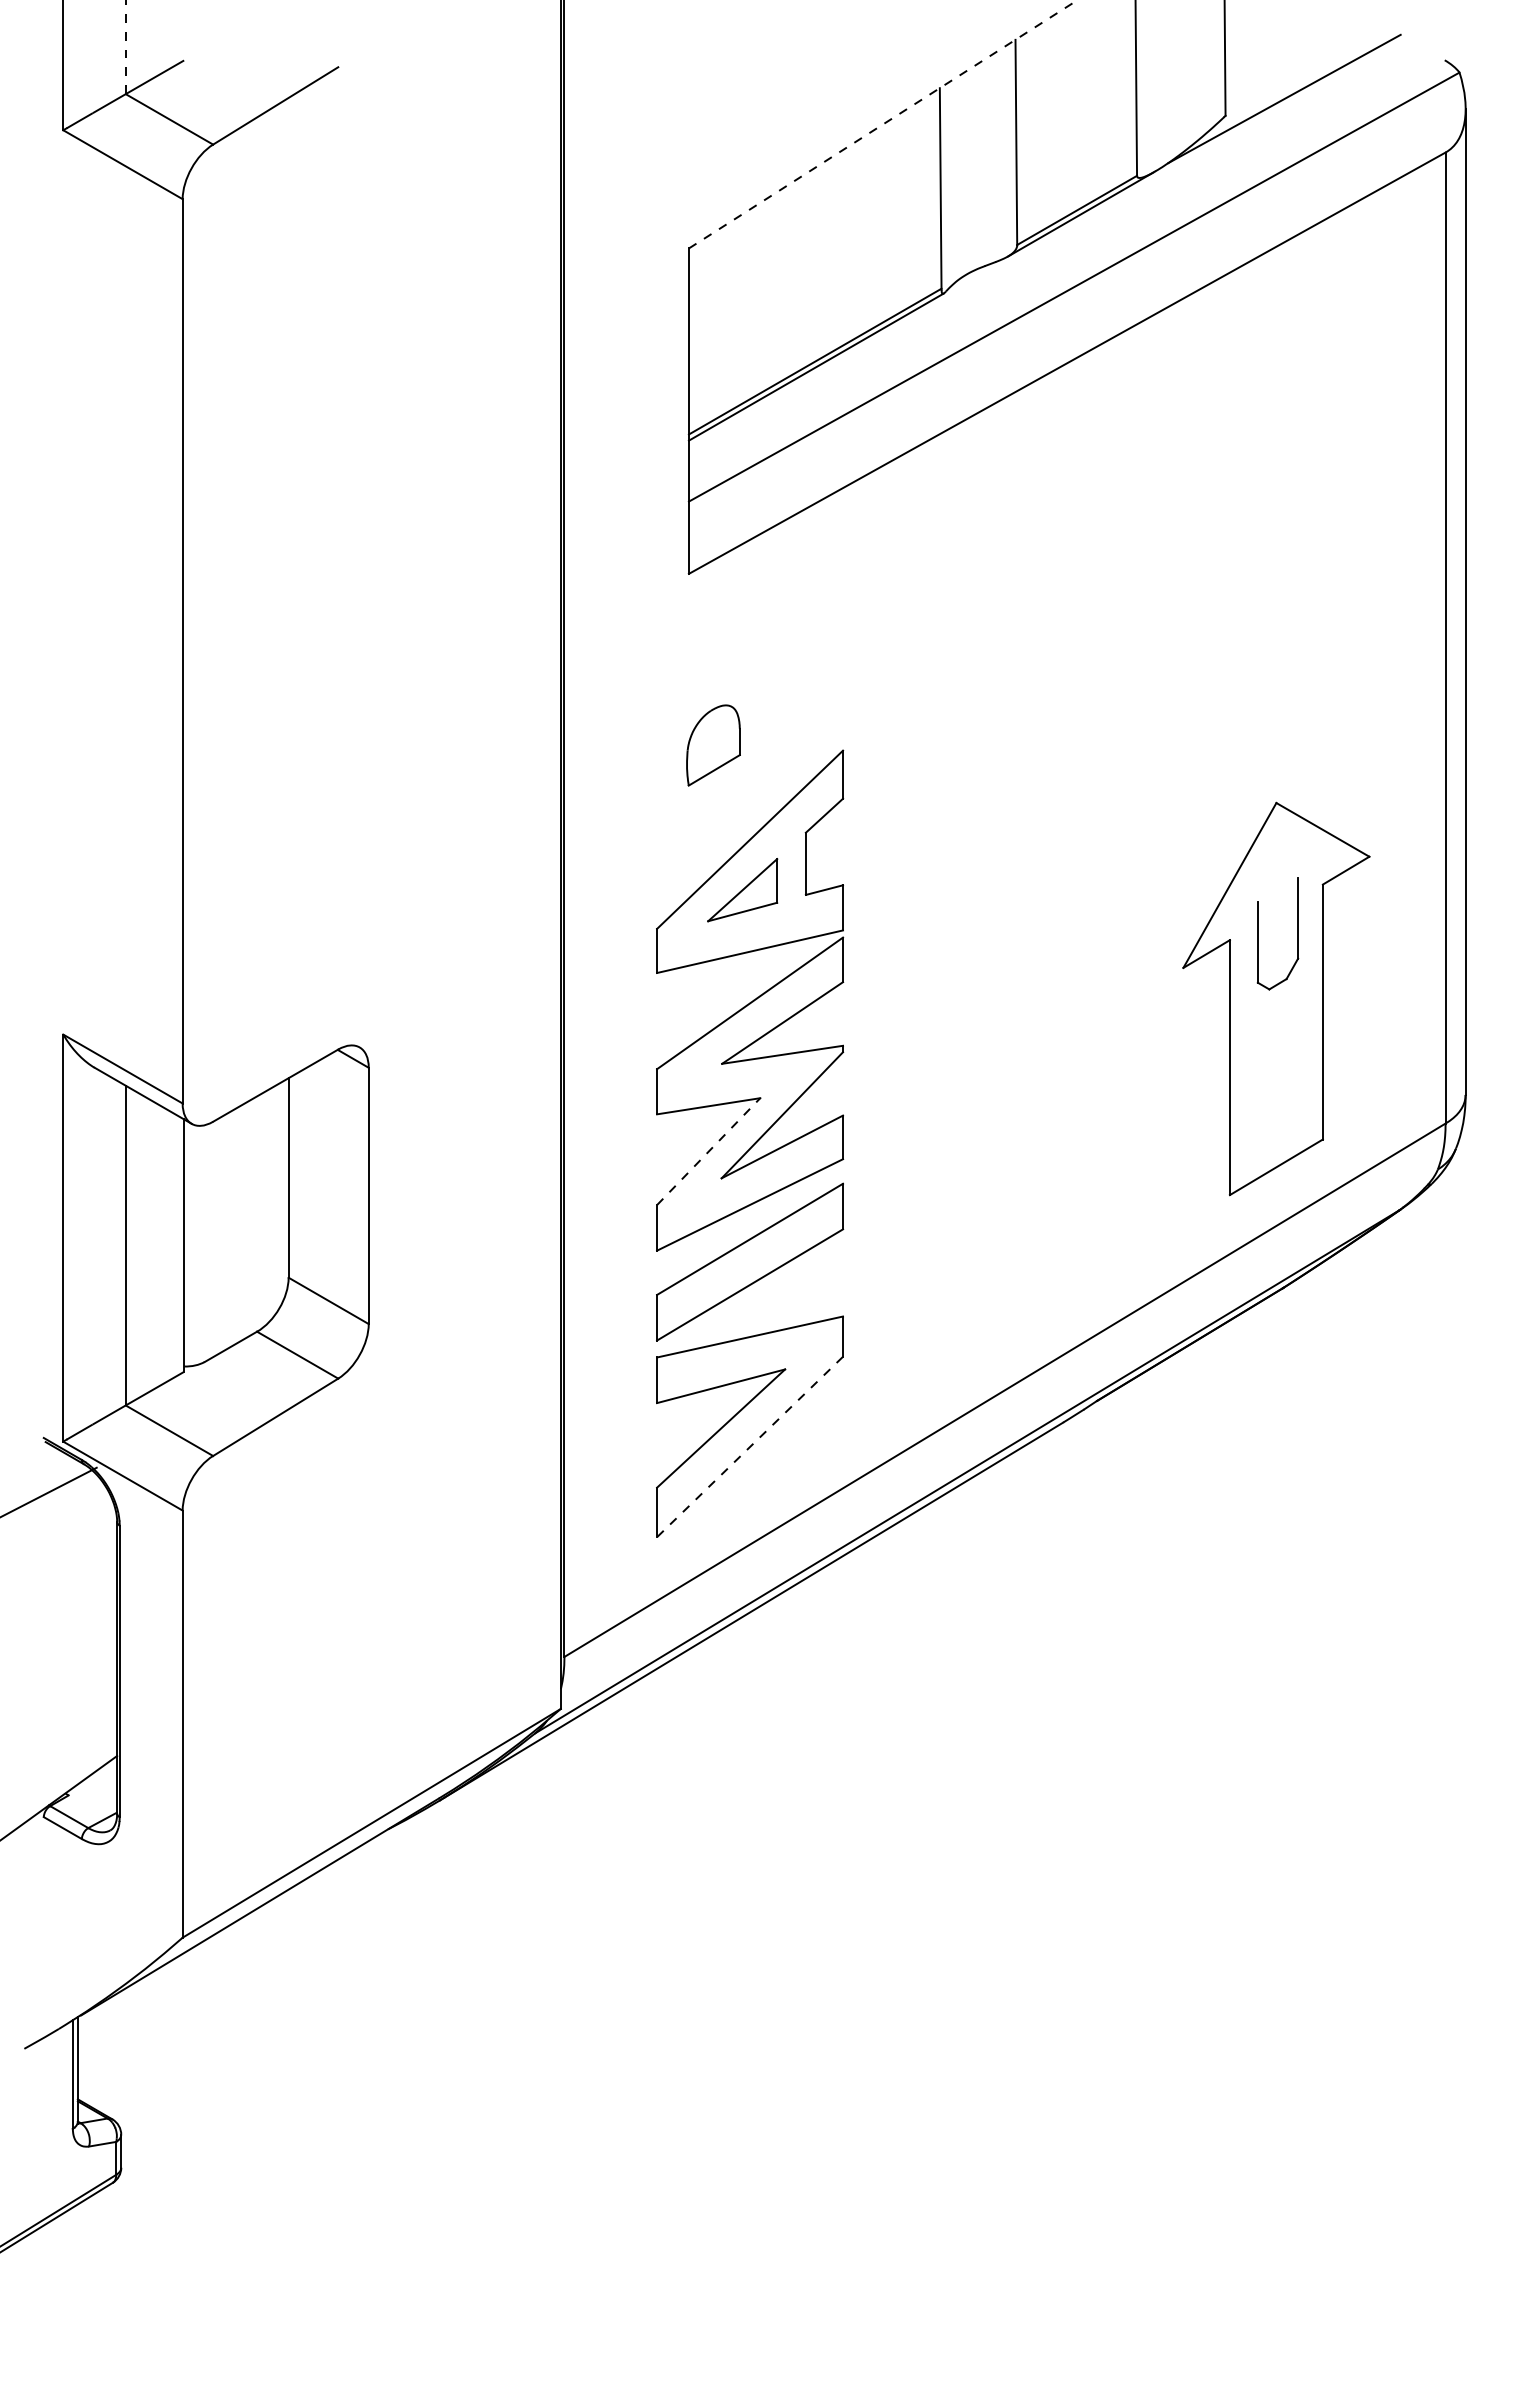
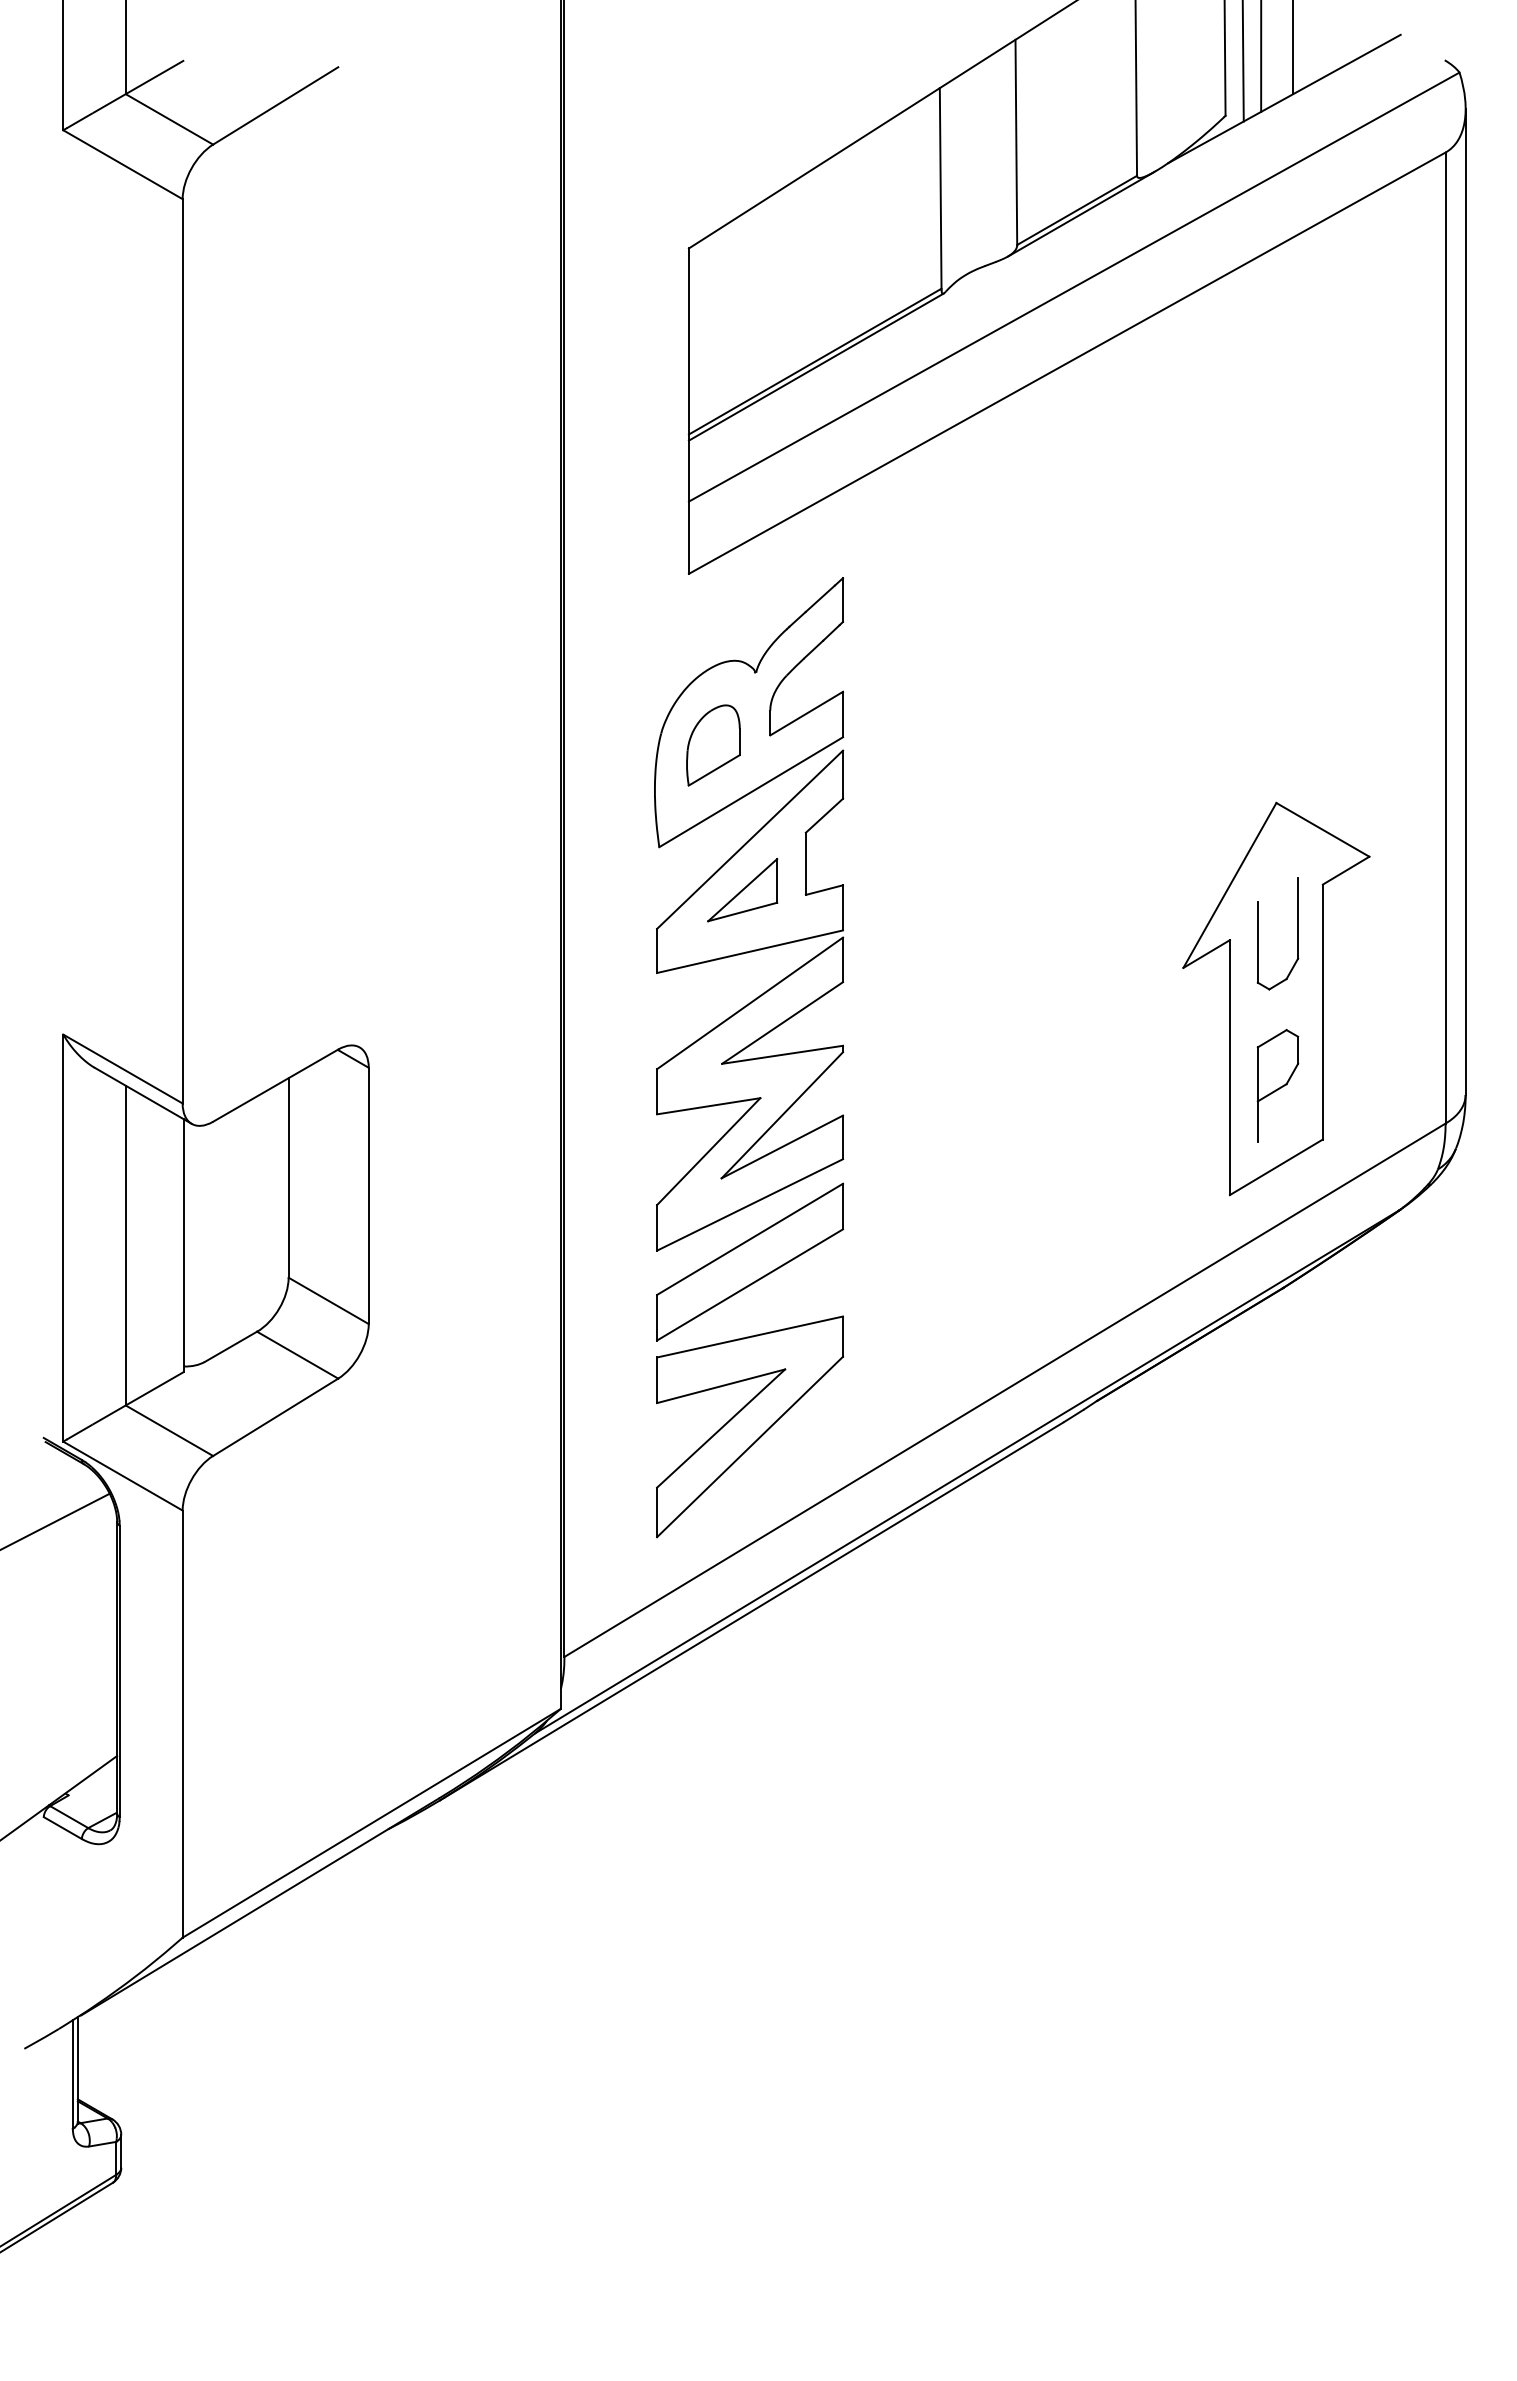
line at (125, 47): dashed -> solid
line at (1293, 48): none -> present
line at (1261, 56): none -> present
line at (1242, 61): none -> present
line at (883, 124): dashed -> solid
part at (749, 712): none -> present
part at (1277, 1085): none -> present
line at (709, 1151): dashed -> solid
line at (750, 1446): dashed -> solid
line at (49, 1491) position: (49, 1491) -> (55, 1520)
